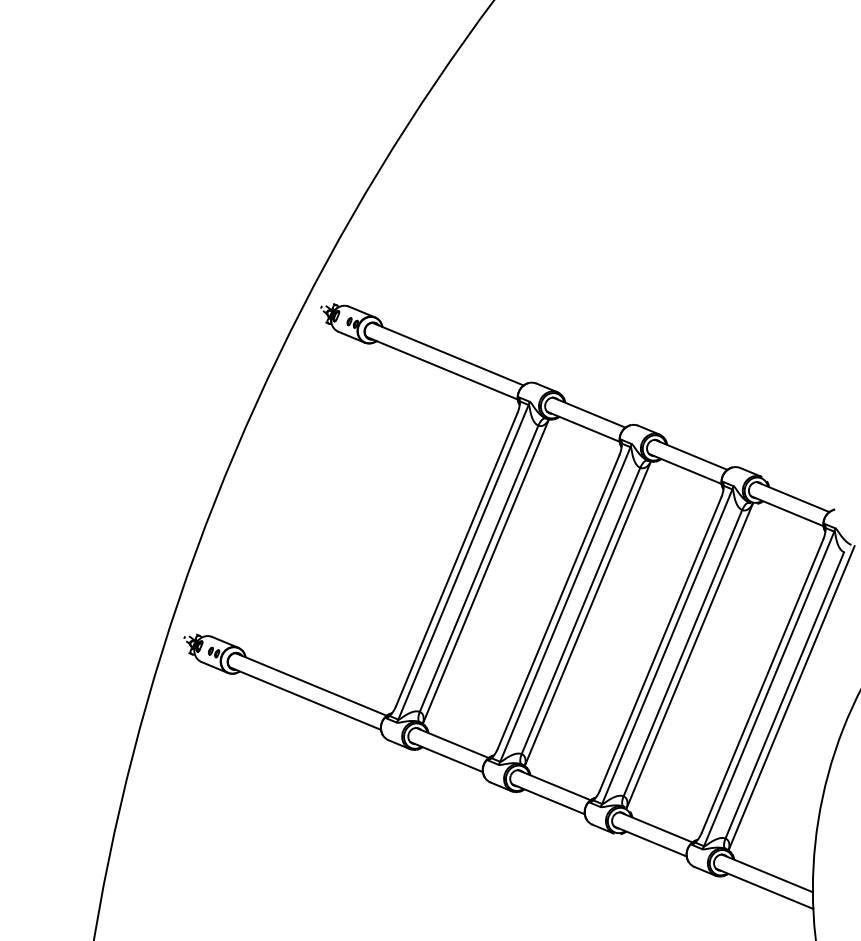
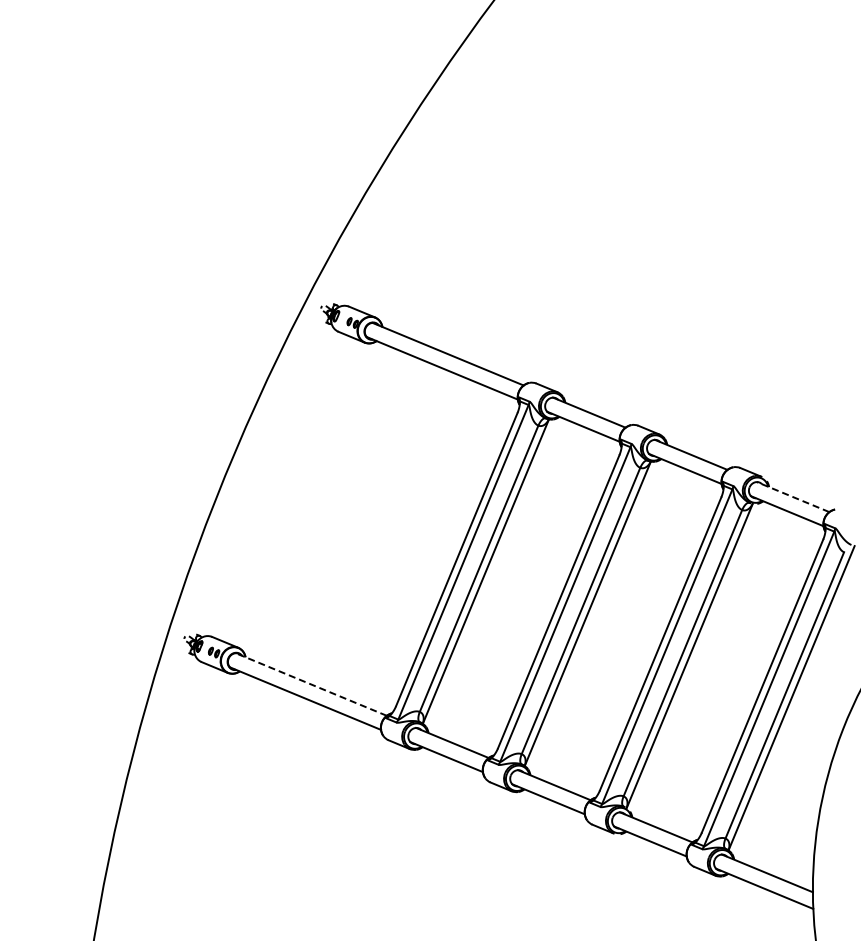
line at (792, 496): solid -> dashed
line at (311, 684): solid -> dashed
